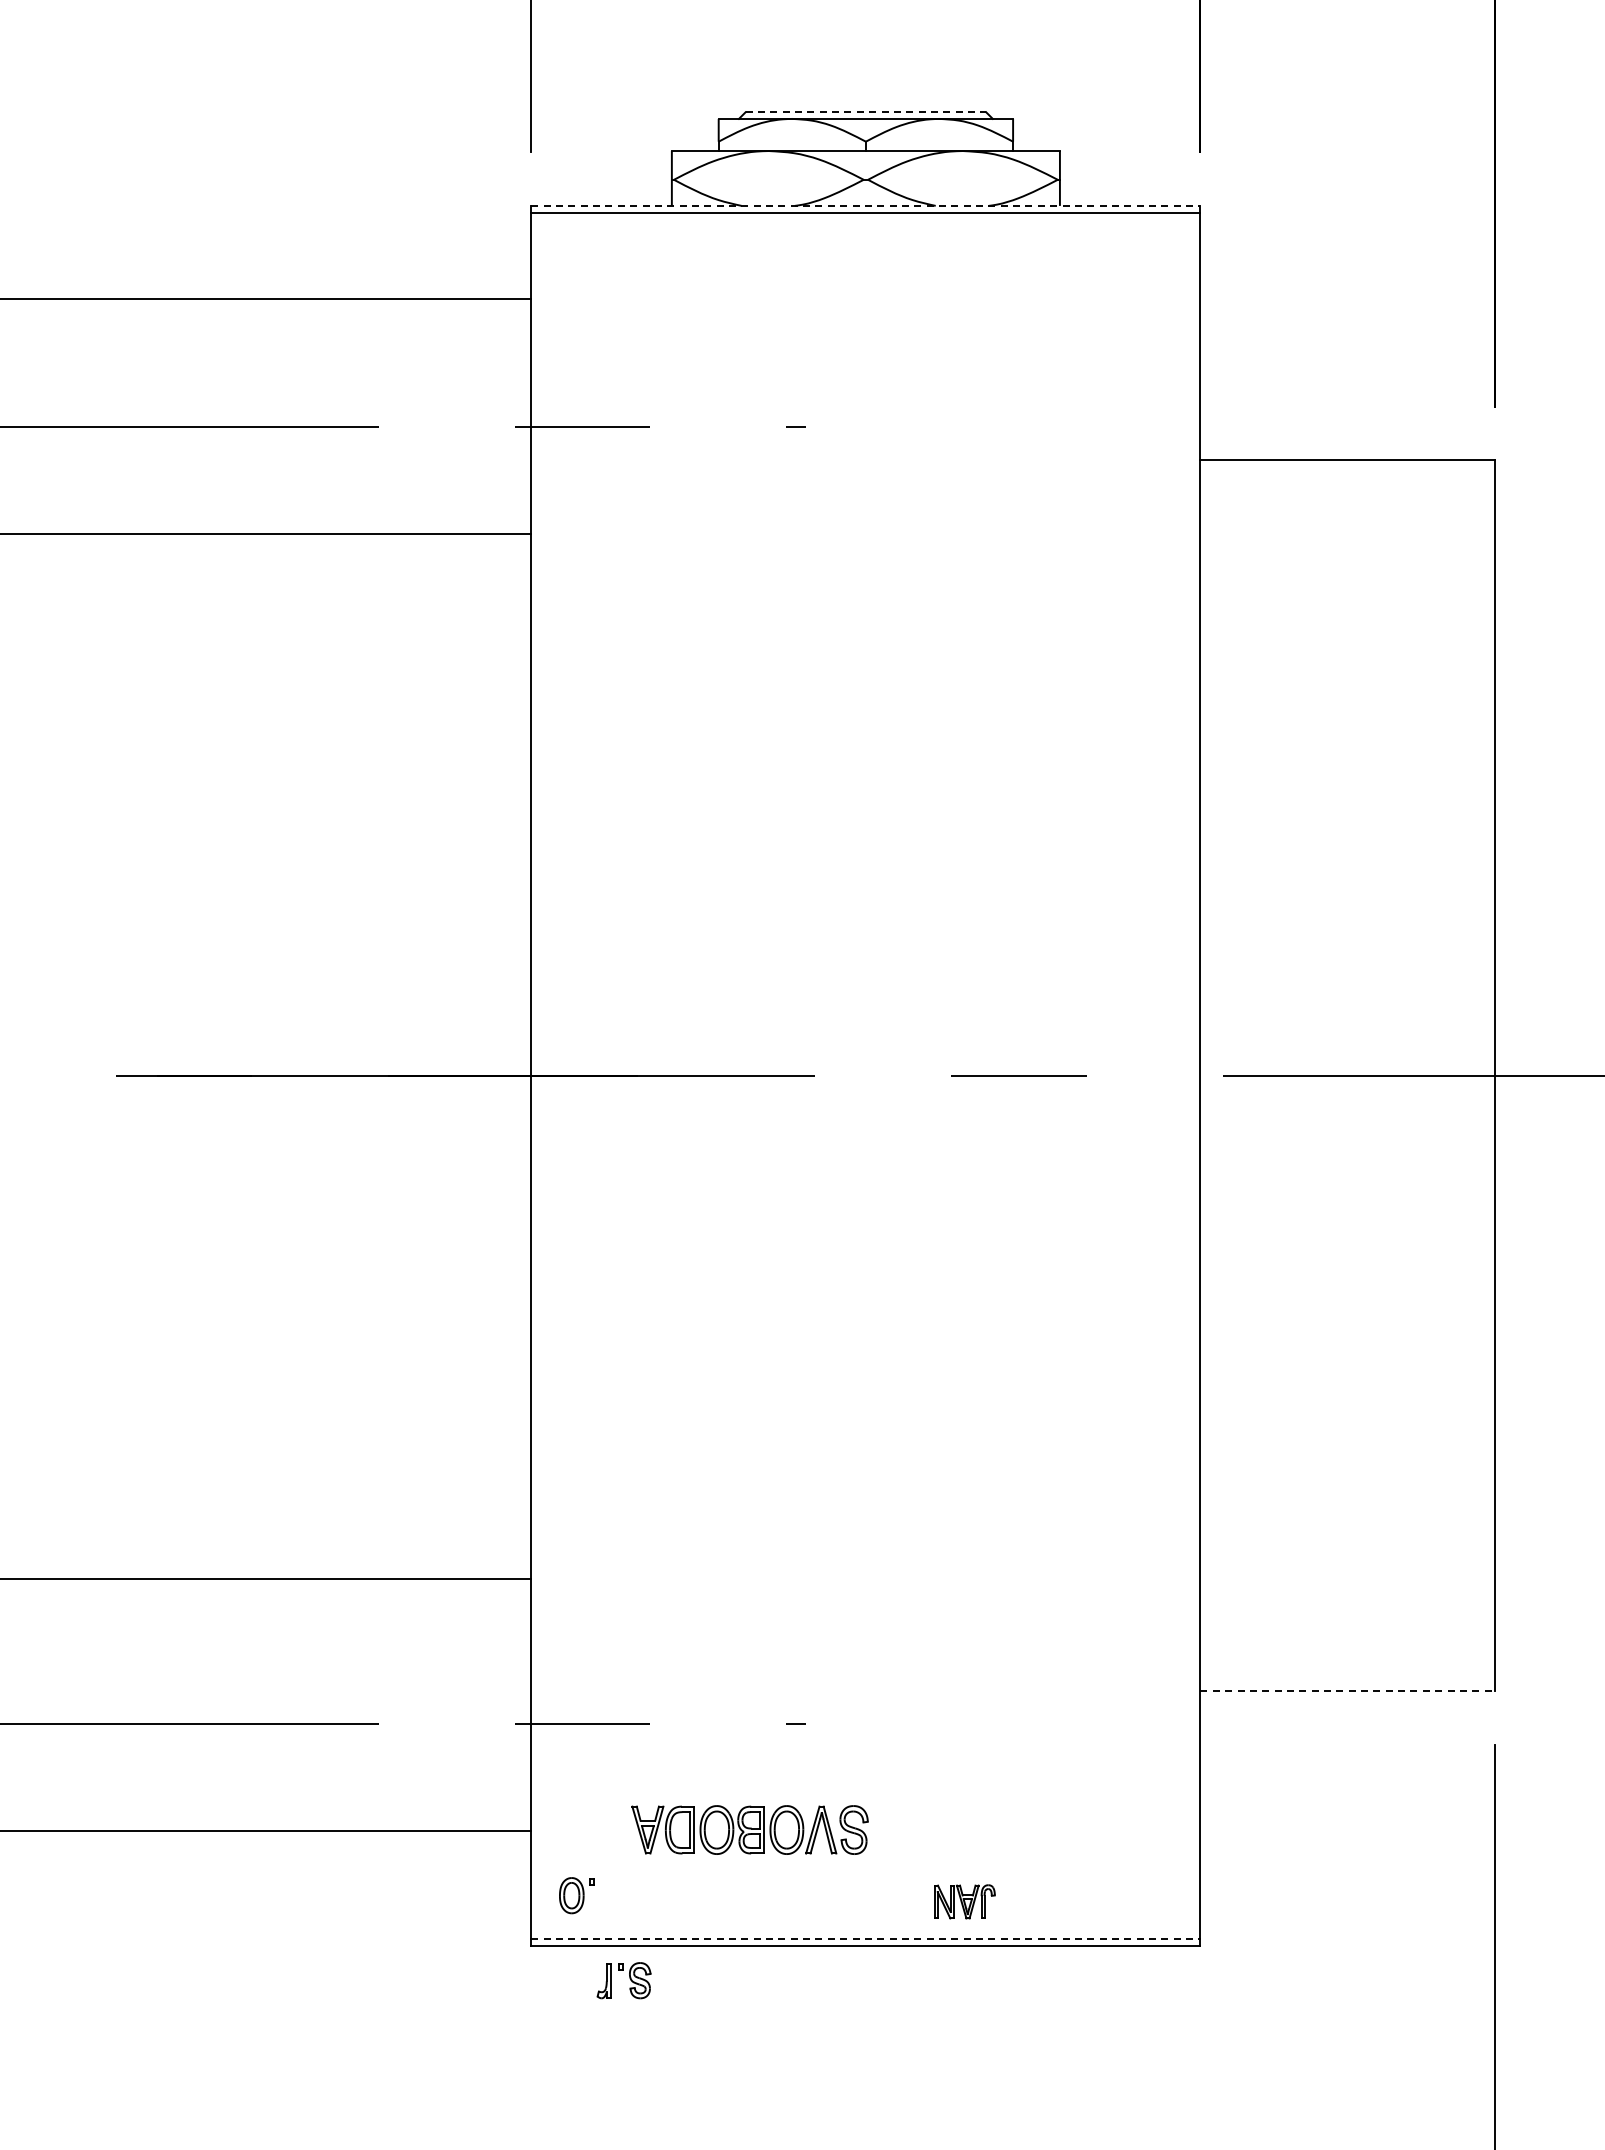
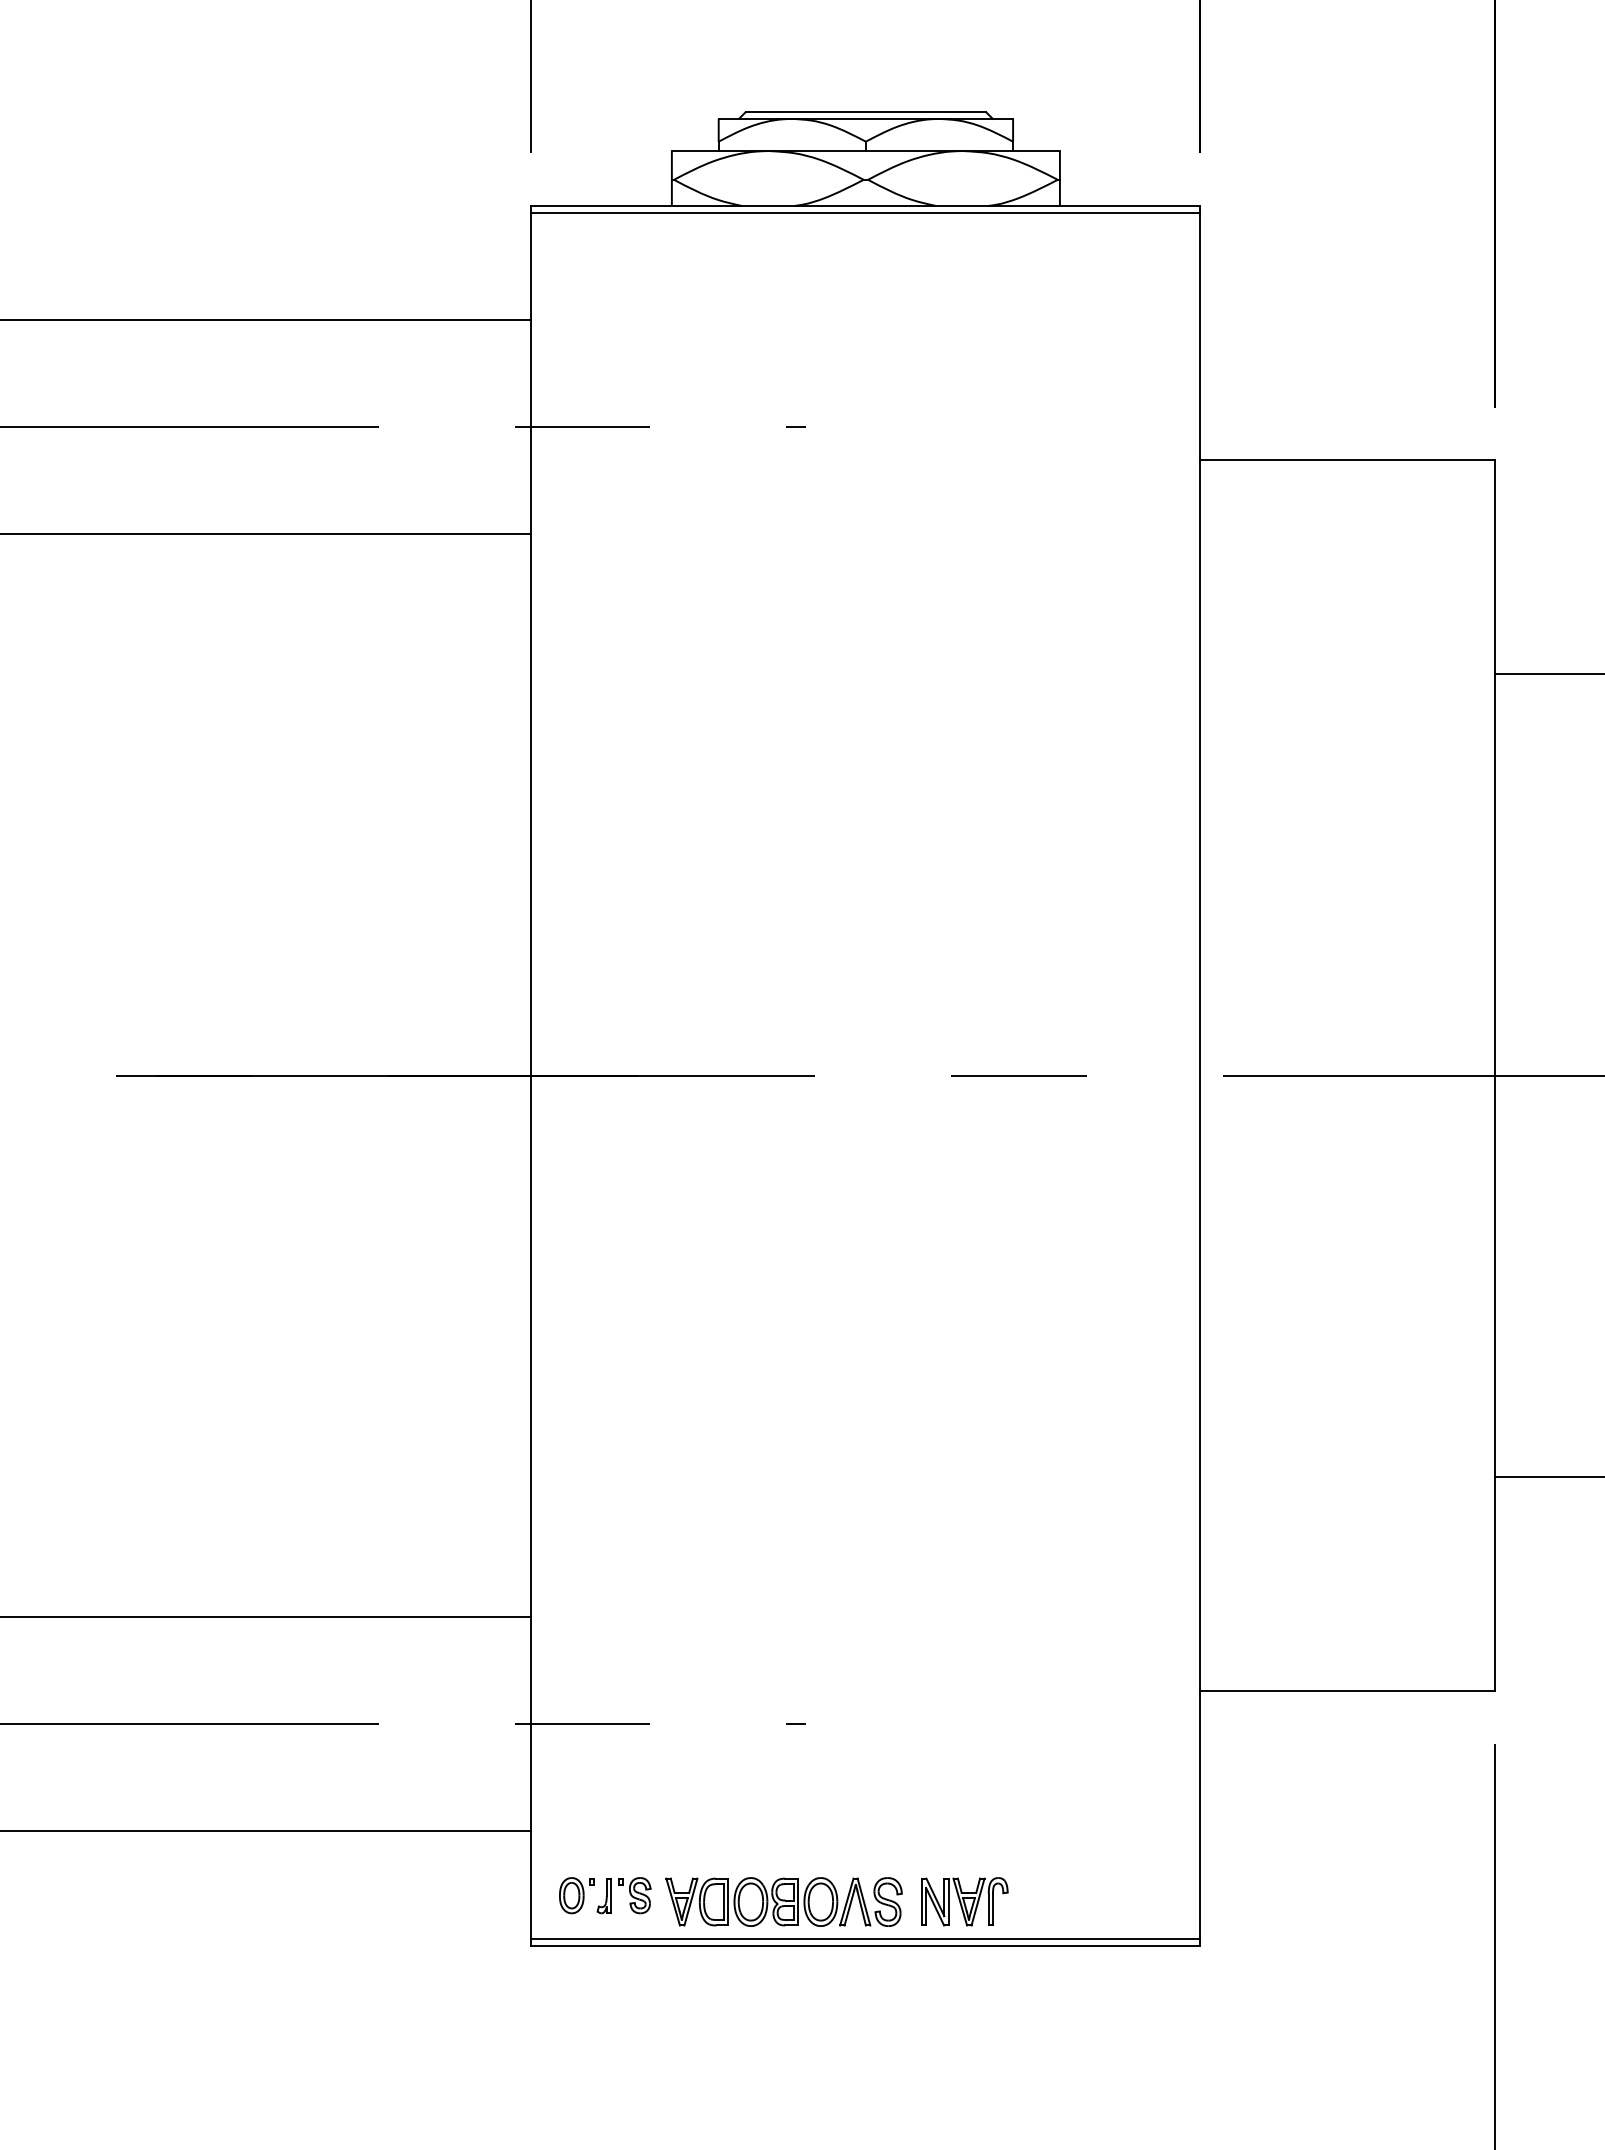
line at (866, 112): dashed -> solid
line at (865, 205): dashed -> solid
line at (266, 299) position: (266, 299) -> (266, 320)
line at (1547, 674): none -> present
line at (1547, 1477): none -> present
line at (266, 1579) position: (266, 1579) -> (266, 1617)
line at (1348, 1691): dashed -> solid
part at (749, 1829) position: (749, 1829) -> (783, 1901)
part at (964, 1901) size: 62x36 px -> 88x50 px
line at (865, 1938): dashed -> solid
part at (629, 1978) position: (629, 1978) -> (629, 1893)
